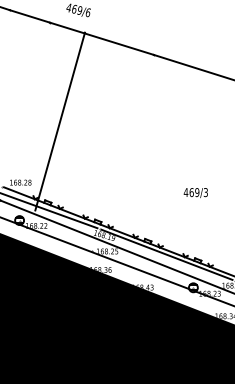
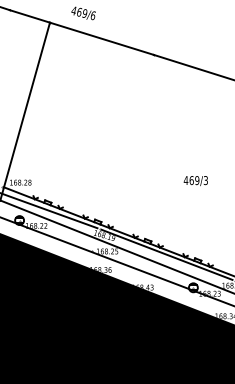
text at (78, 10) position: (78, 10) -> (83, 13)
line at (60, 121) position: (60, 121) -> (26, 107)
text at (195, 192) position: (195, 192) -> (195, 180)
